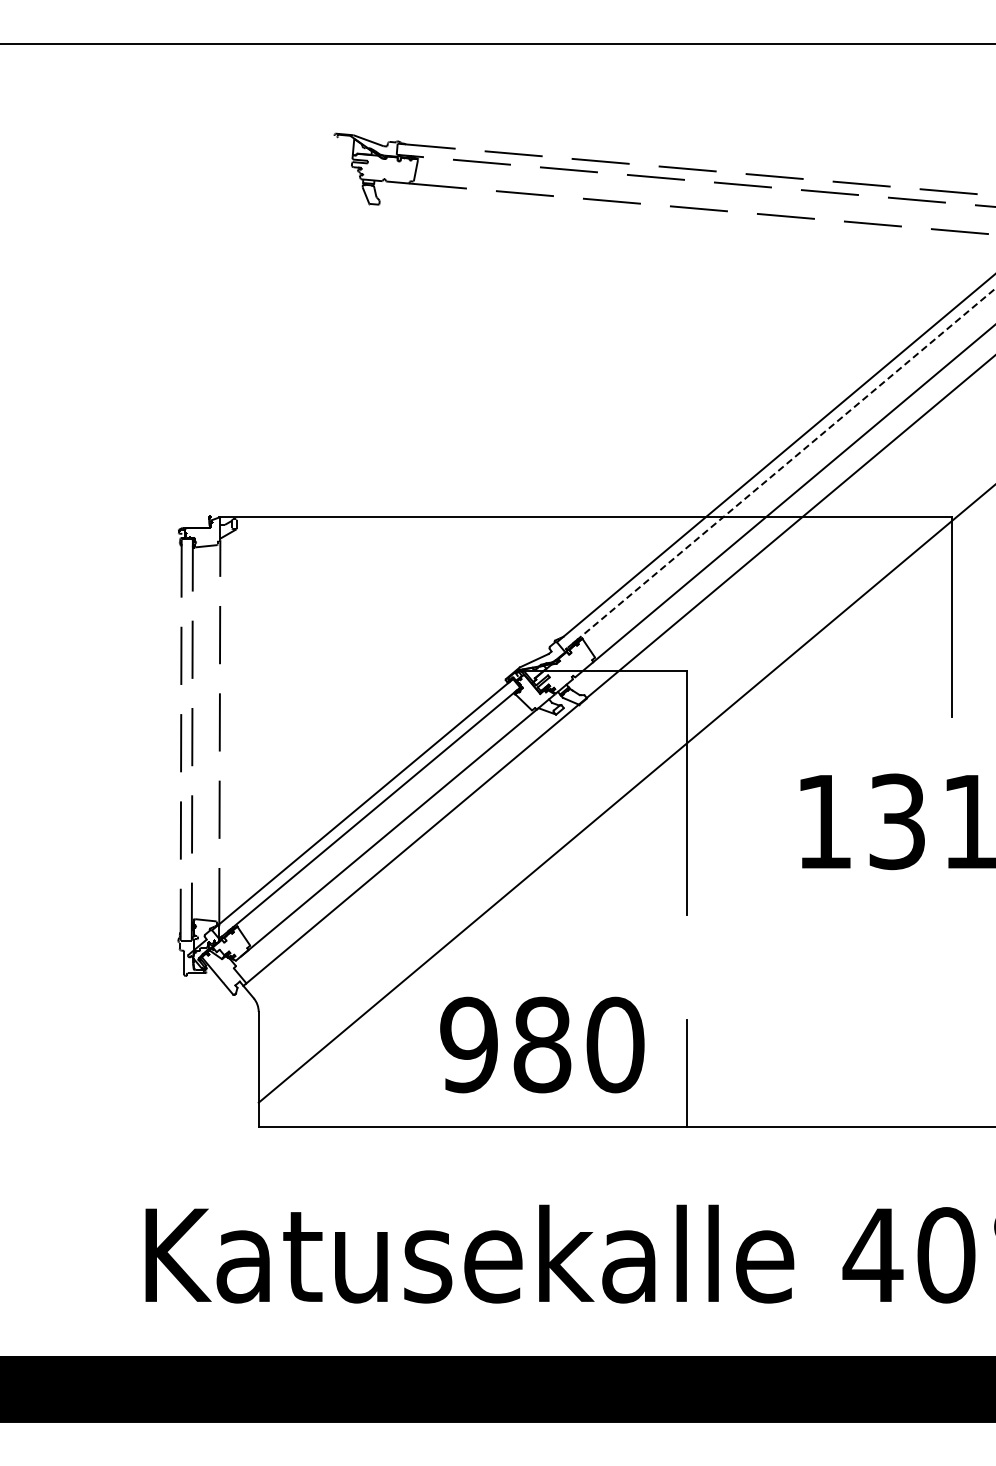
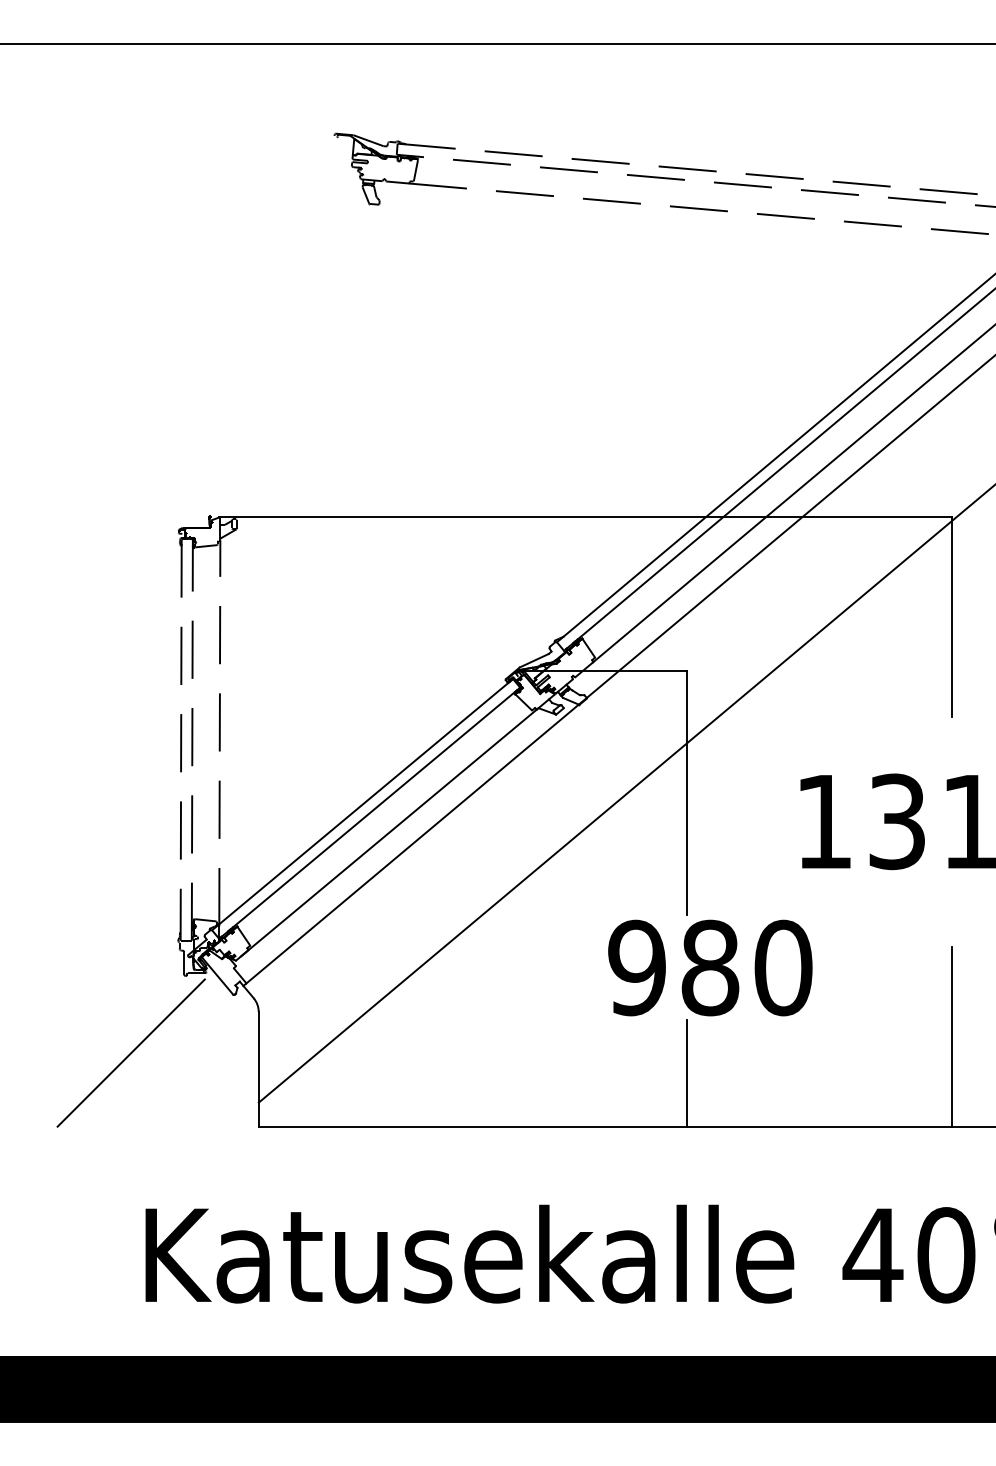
line at (779, 469): dashed -> solid
line at (951, 1036): none -> present
text at (542, 1044) position: (542, 1044) -> (710, 967)
line at (130, 1052): none -> present
